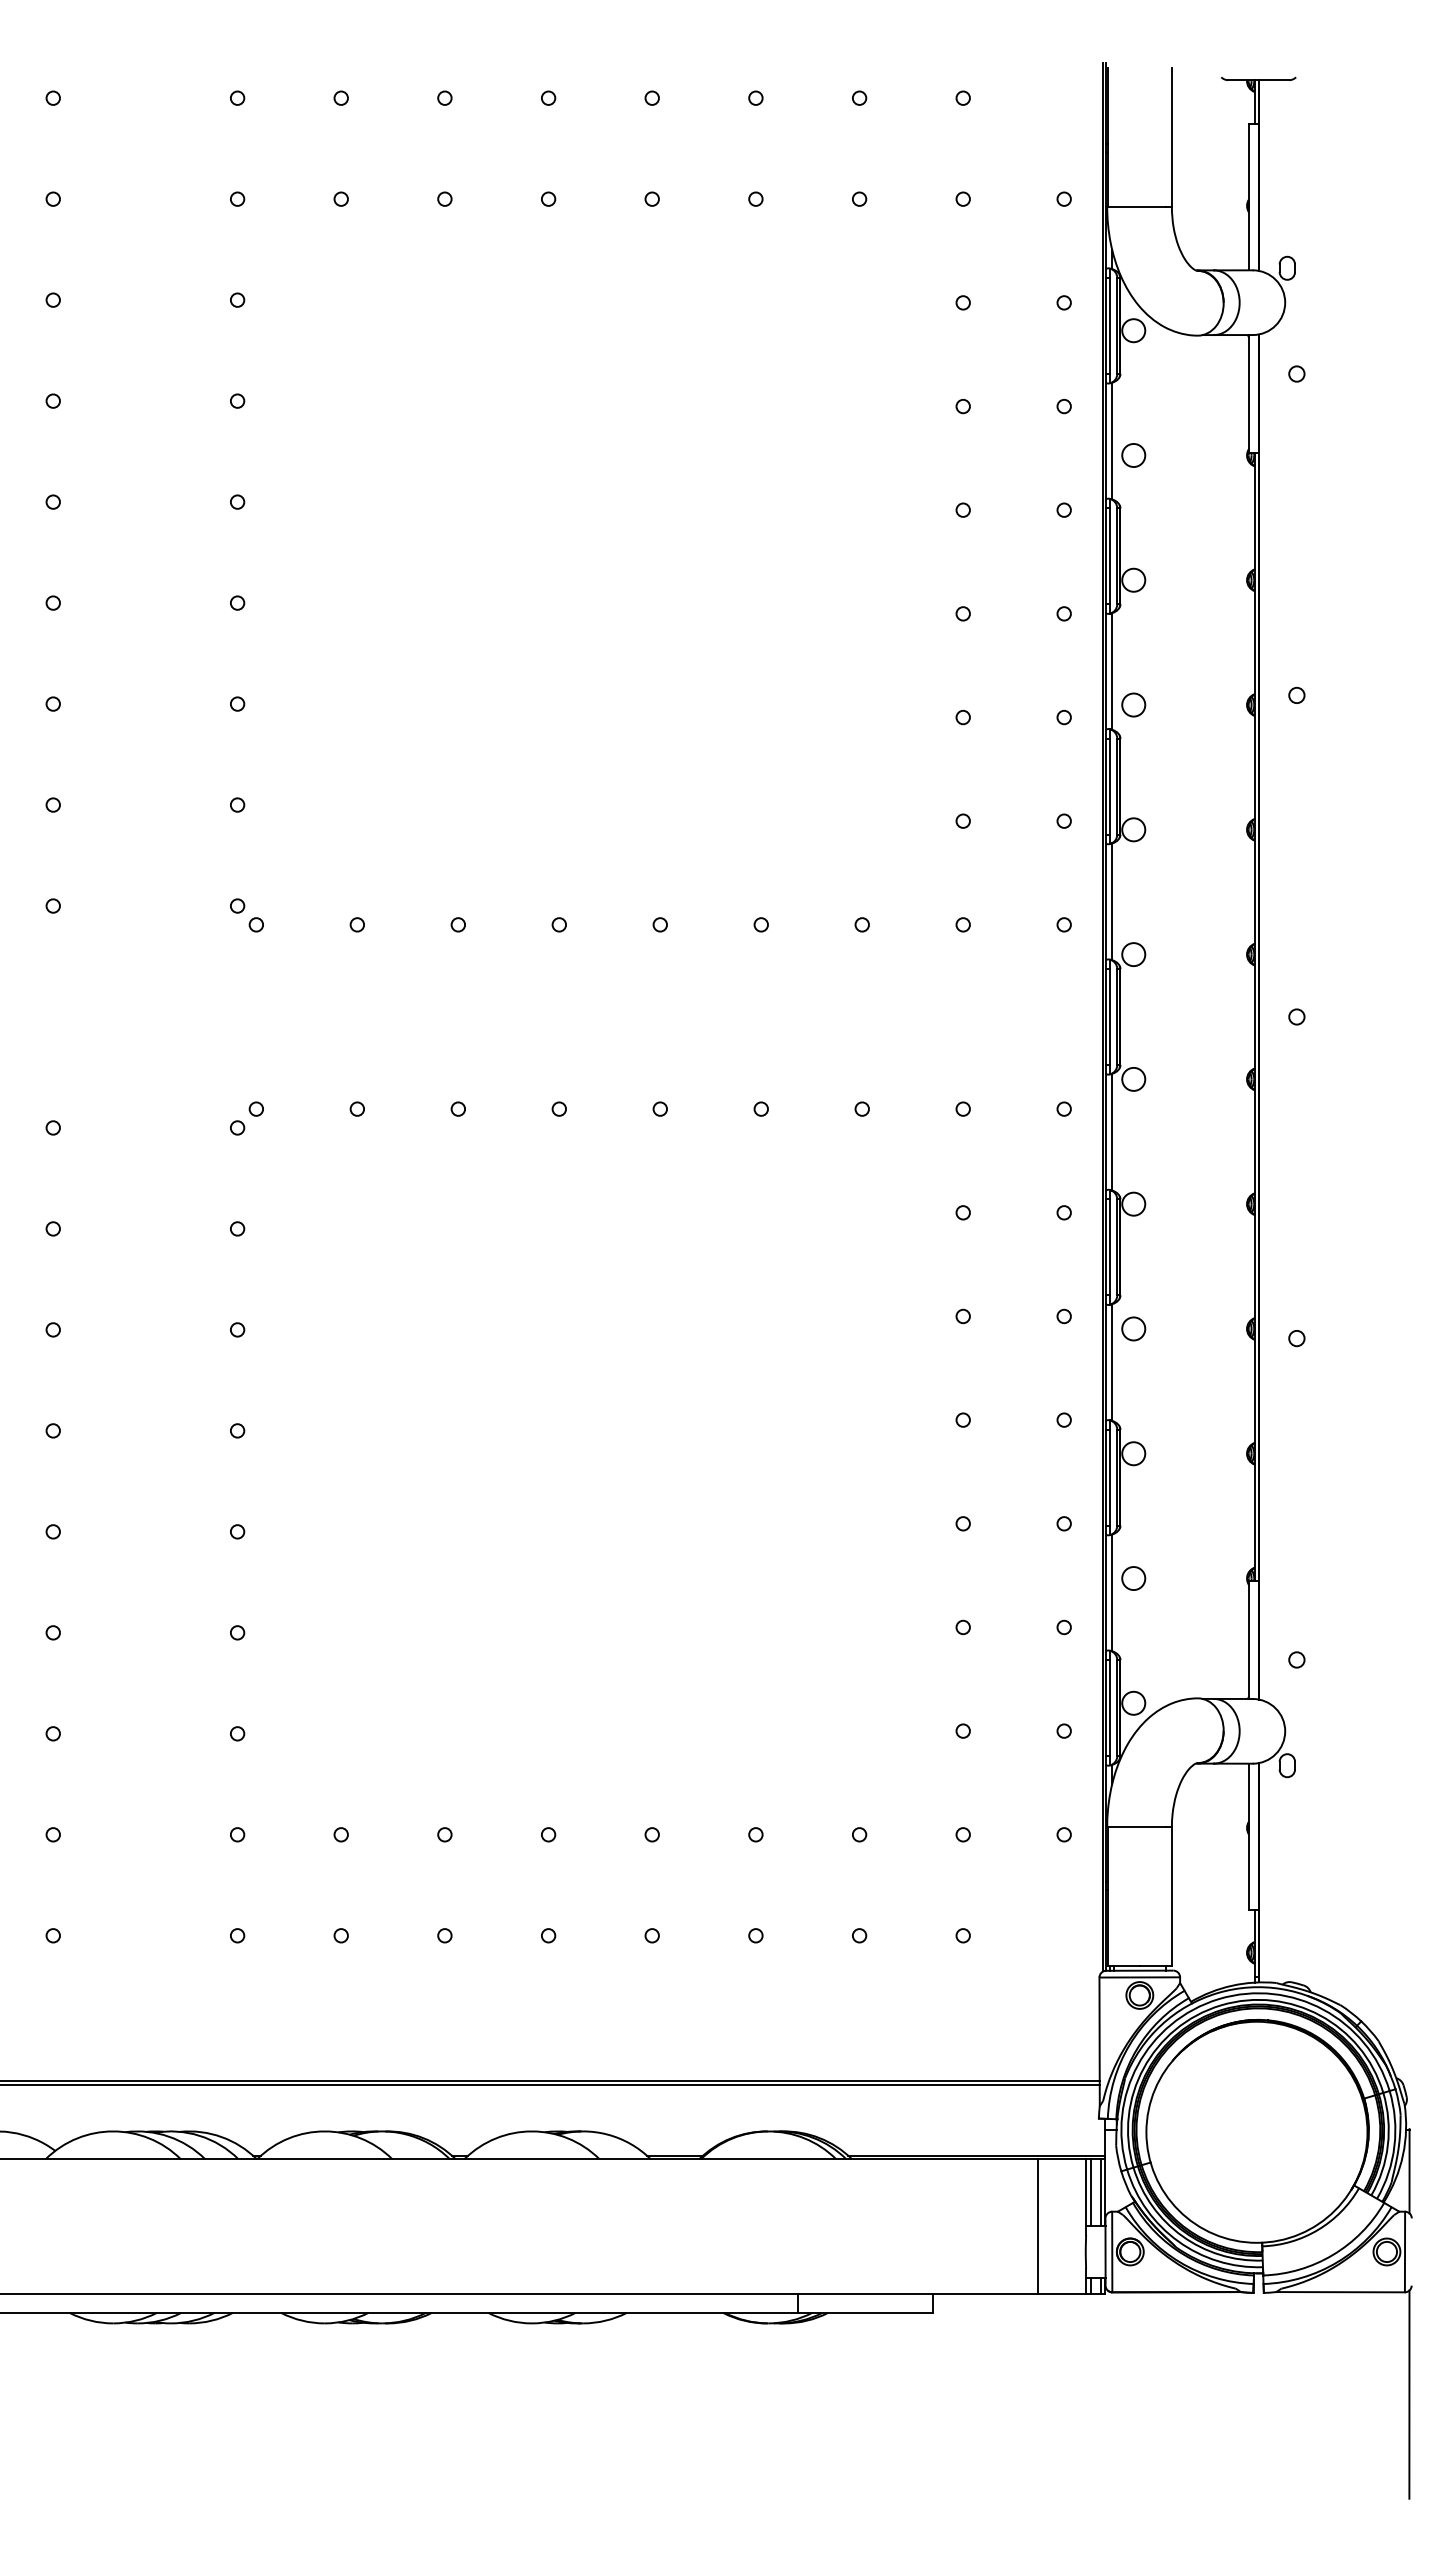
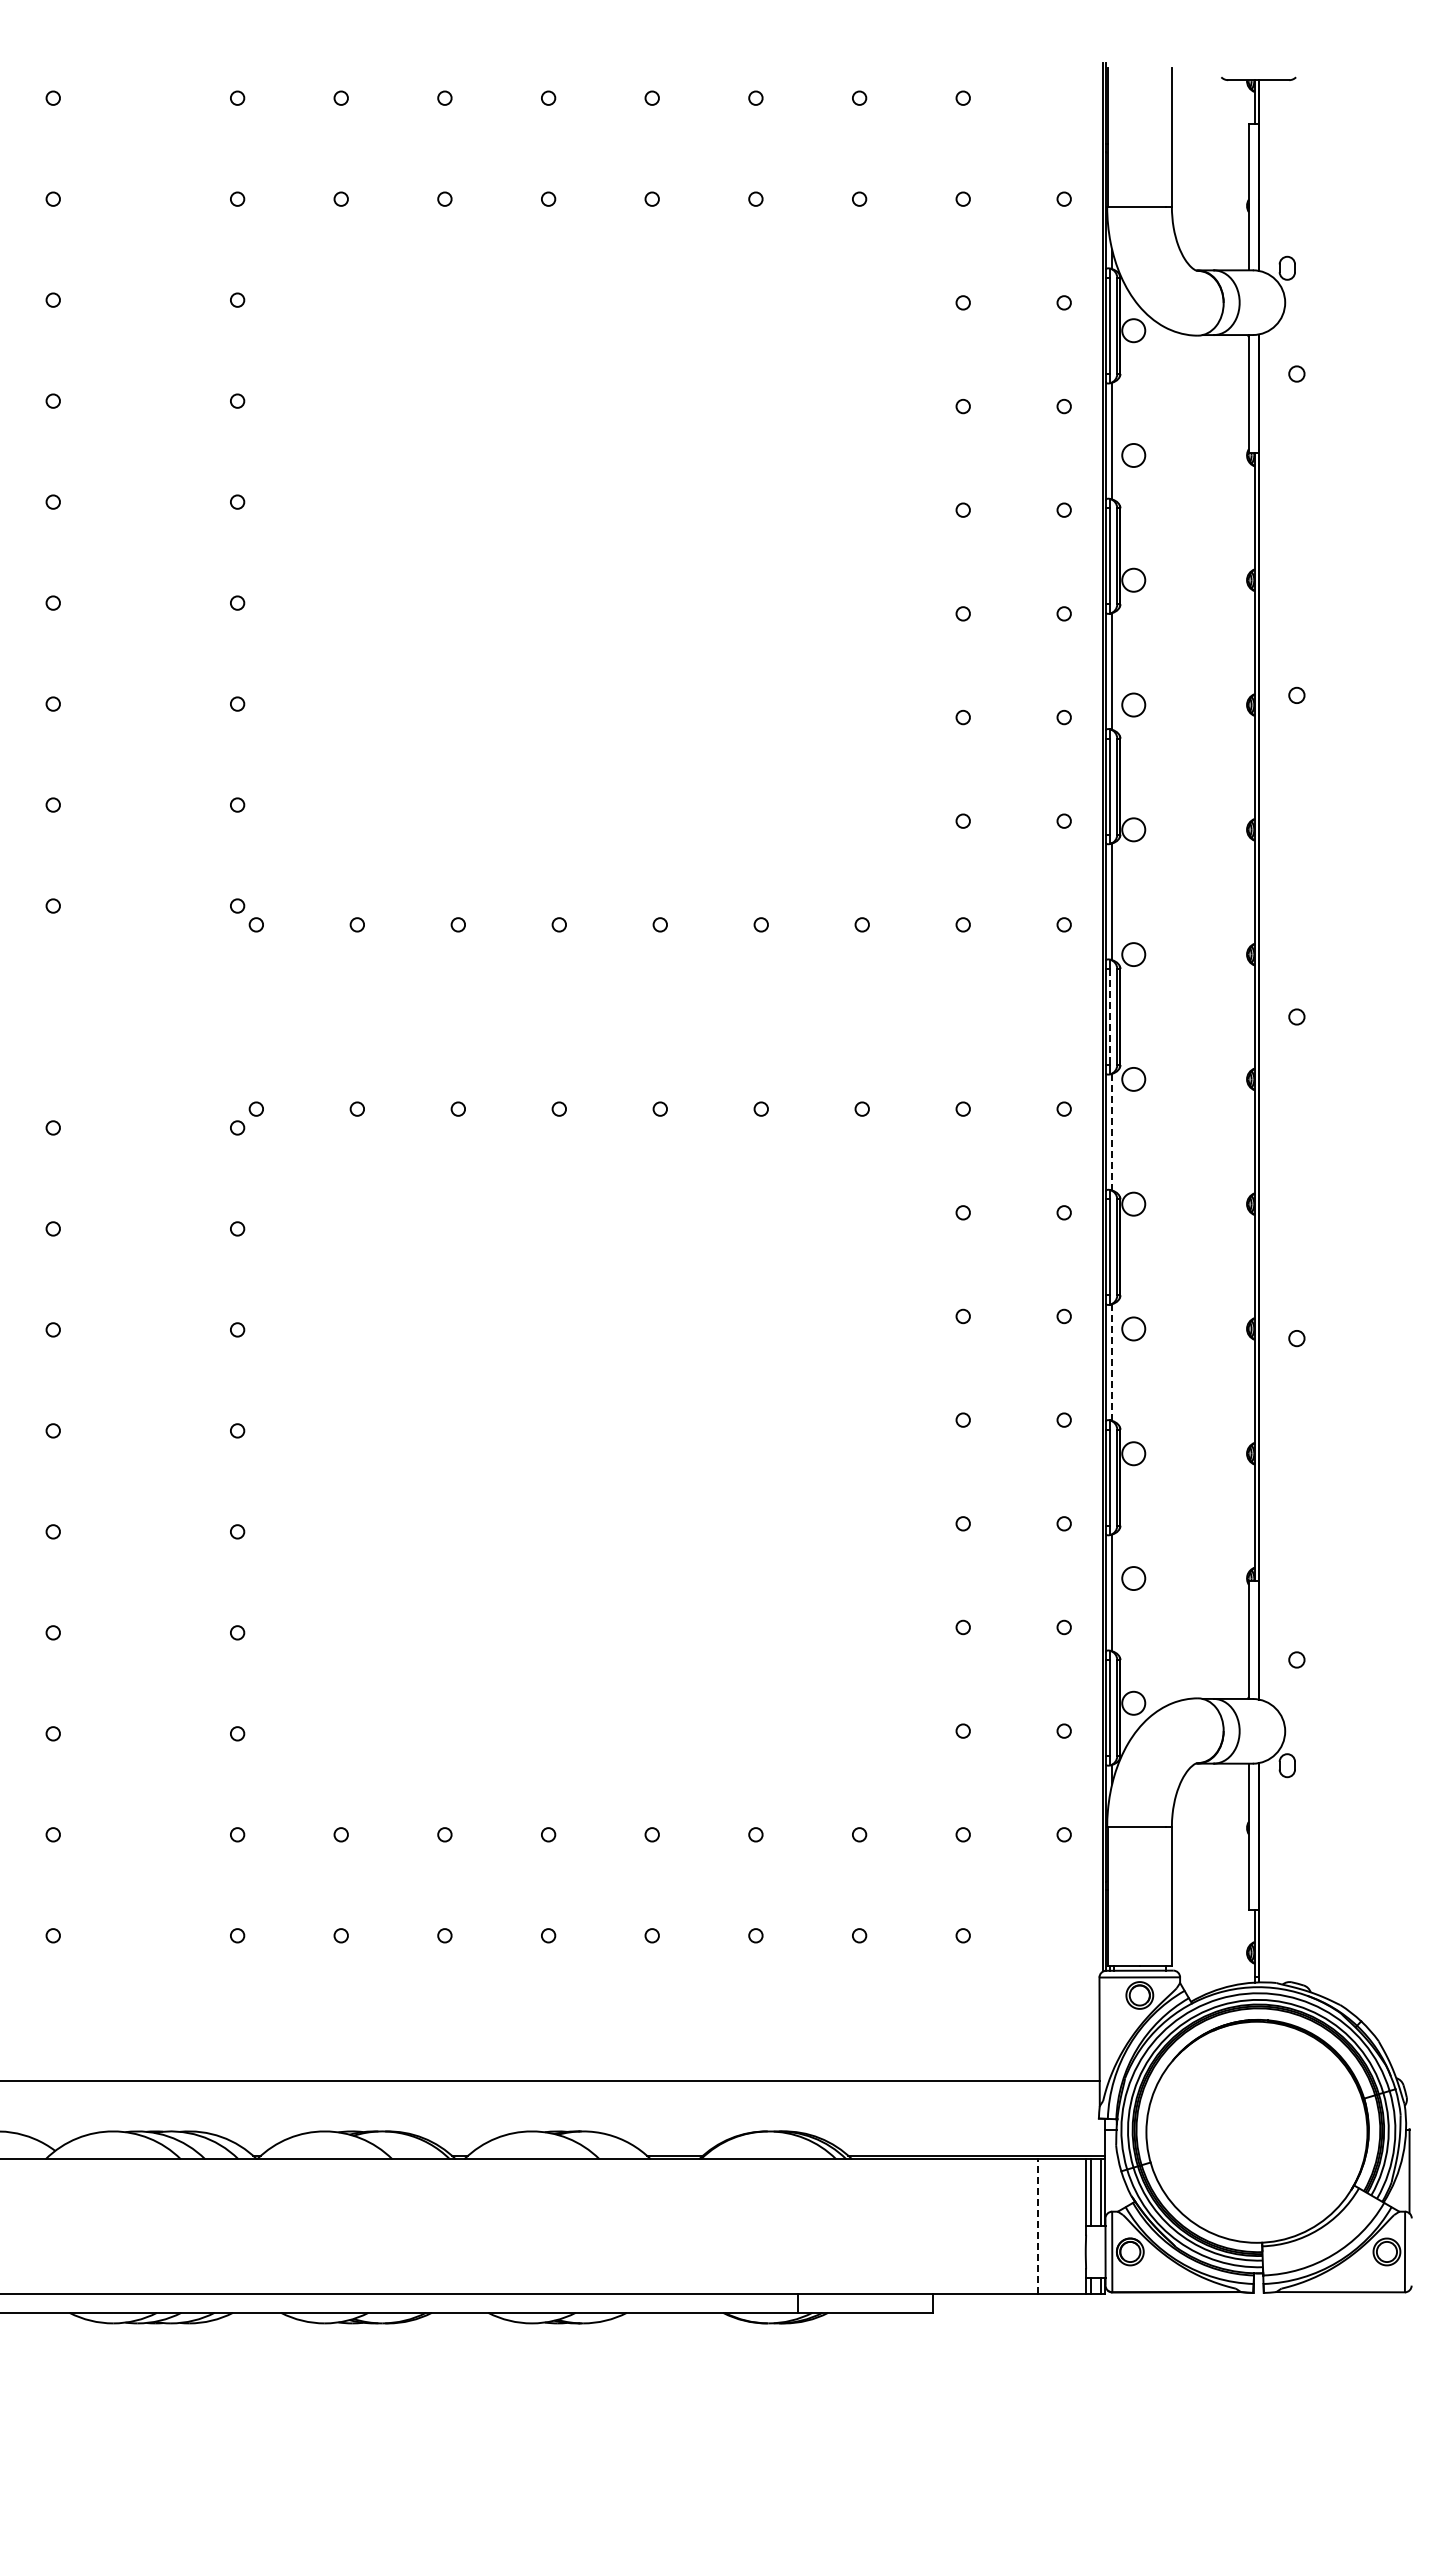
line at (1110, 1017): solid -> dashed
line at (1112, 1132): solid -> dashed
line at (1112, 1363): solid -> dashed
line at (550, 2084): present -> none
line at (1038, 2225): solid -> dashed
line at (1409, 2394): present -> none
